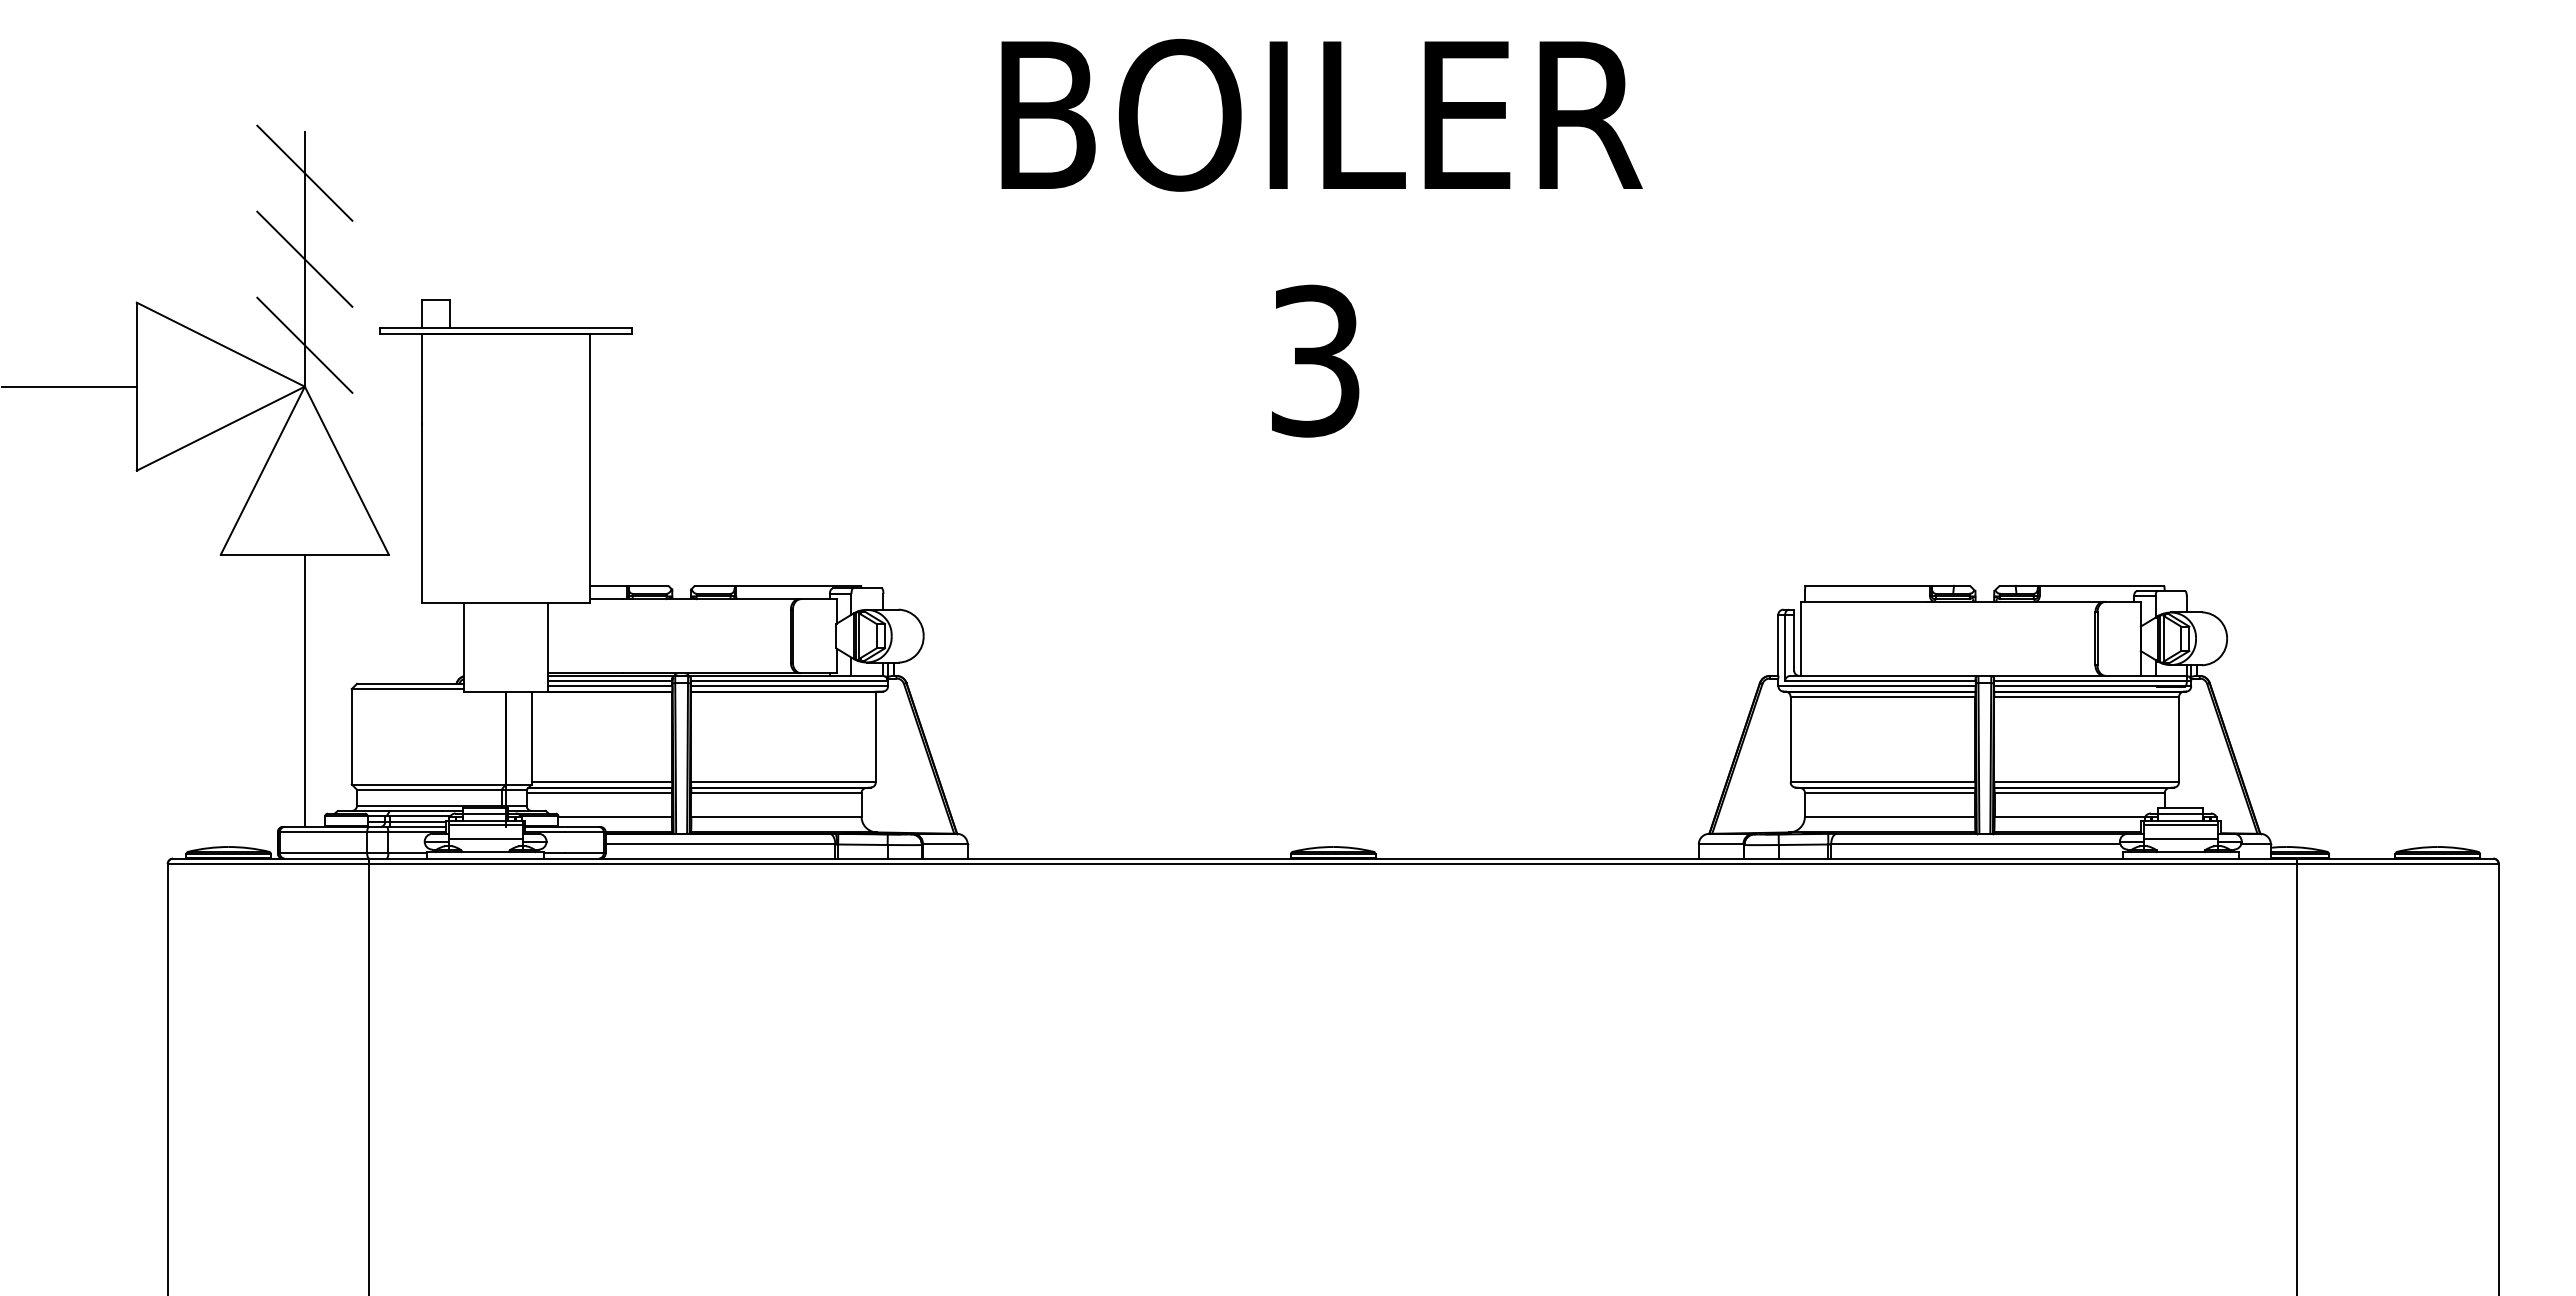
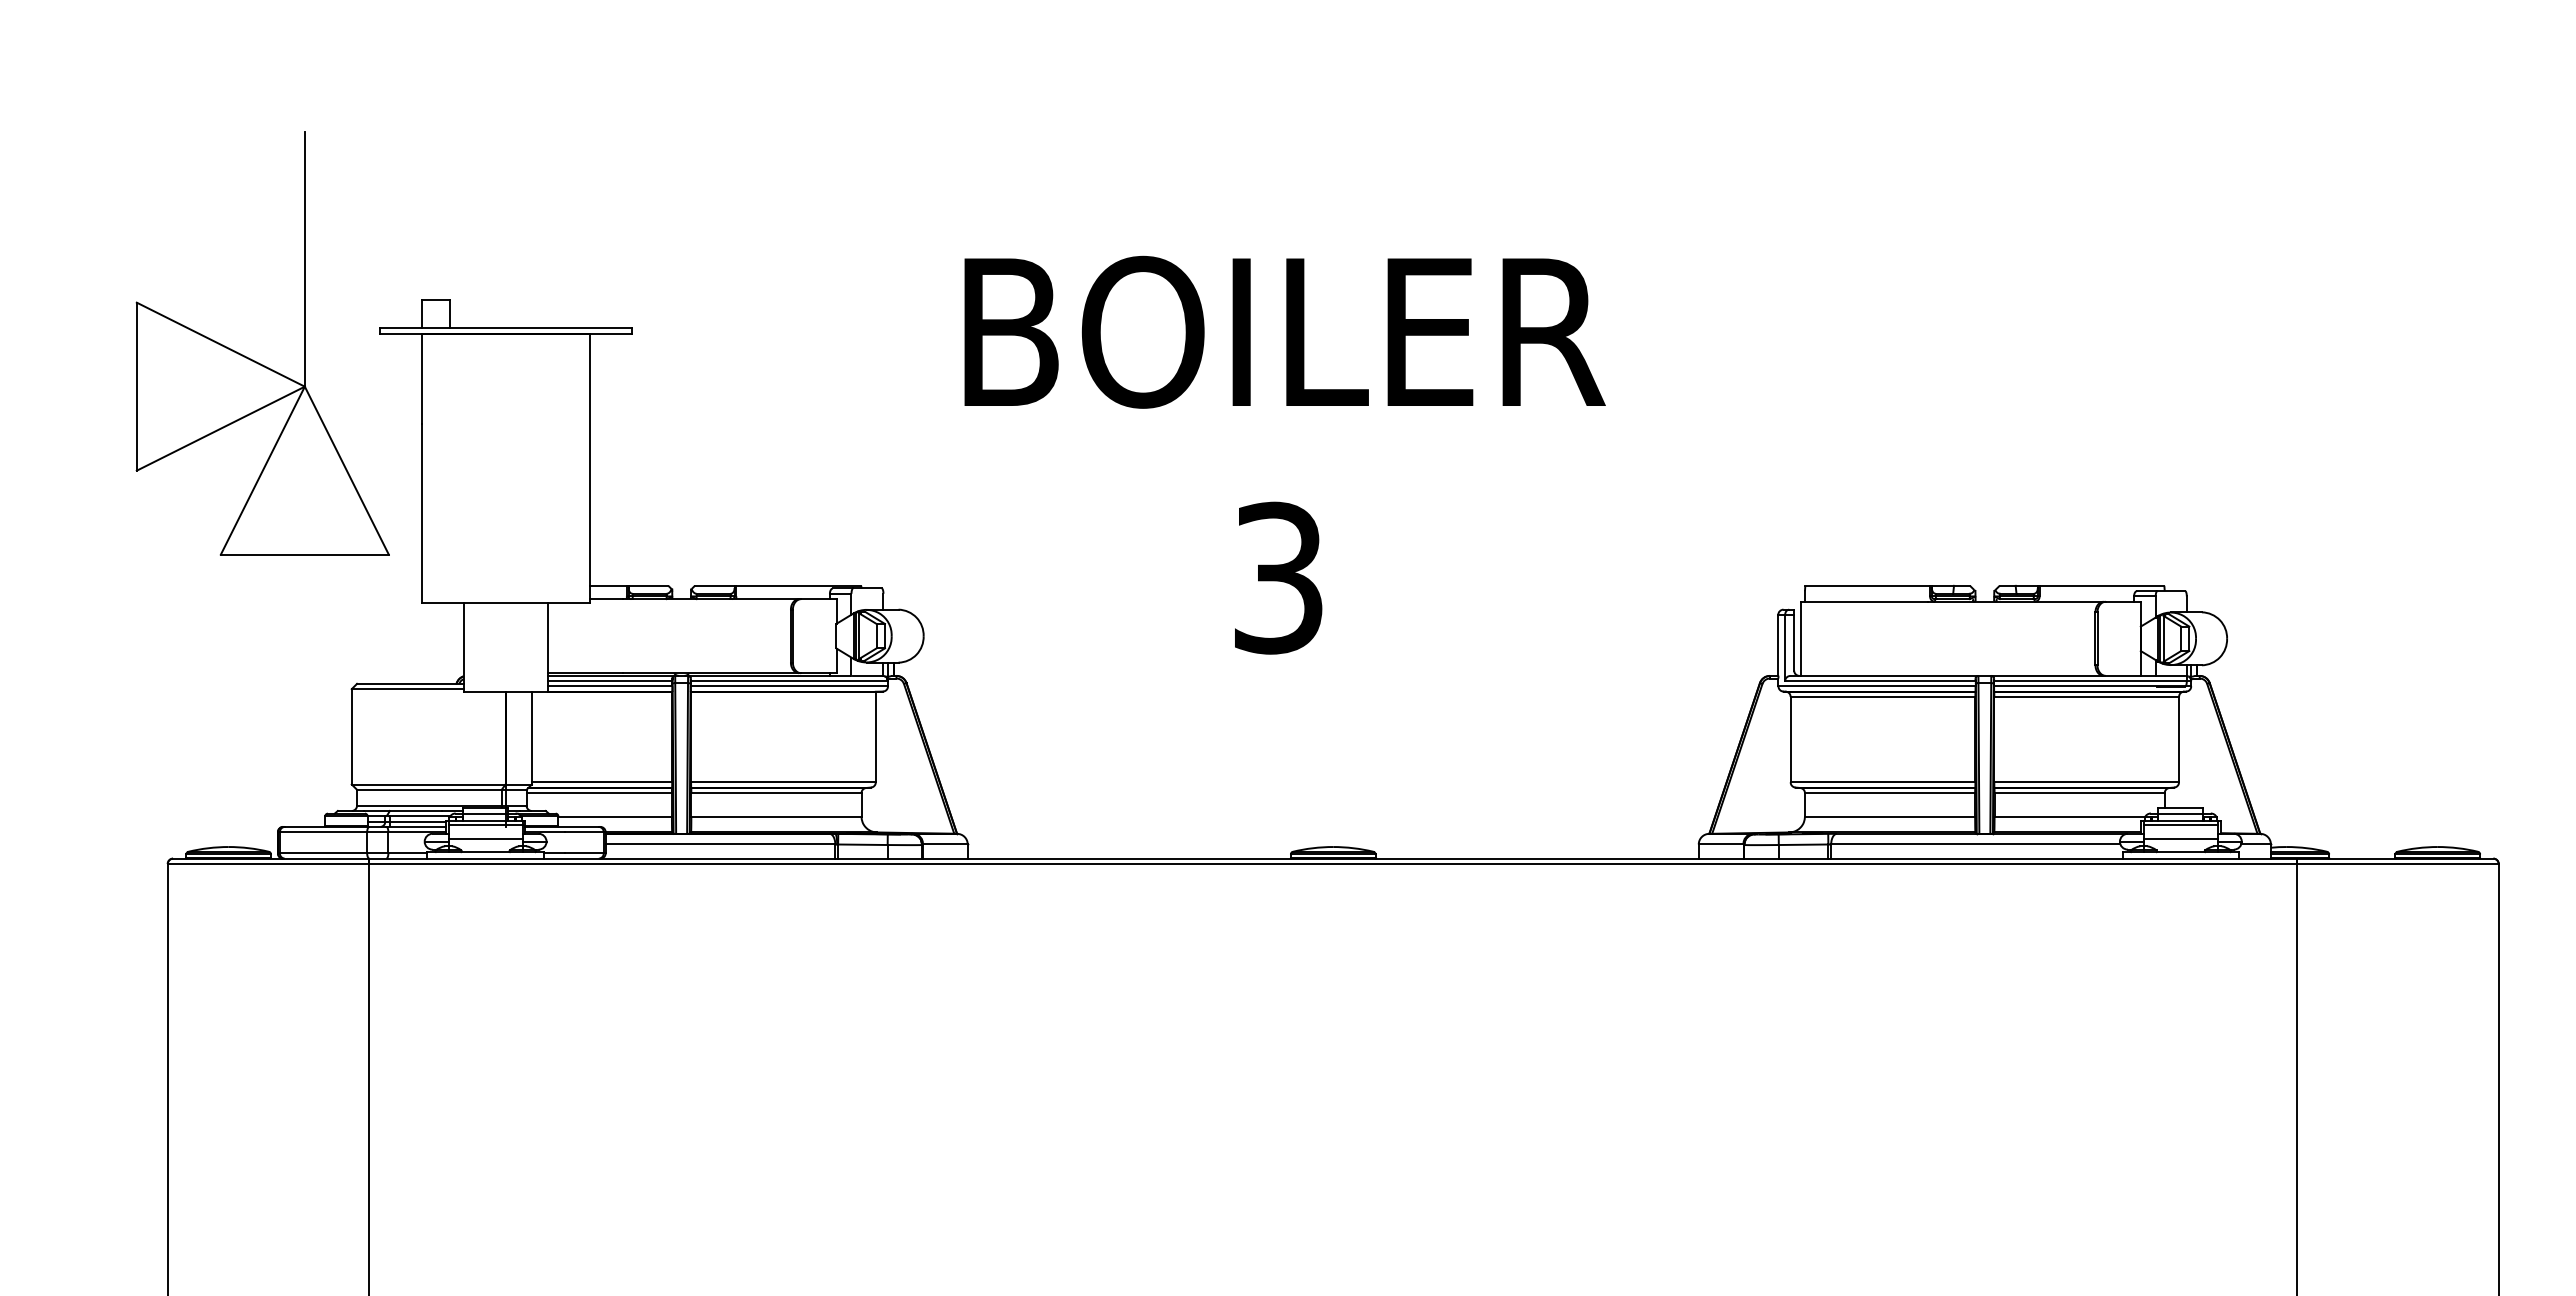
line at (304, 172): present -> none
text at (1321, 237) position: (1321, 237) -> (1284, 454)
line at (304, 258): present -> none
line at (304, 344): present -> none
line at (69, 386): present -> none
line at (304, 689): present -> none
